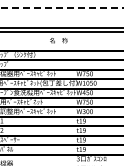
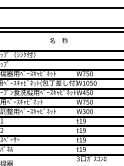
line at (62, 8): dashed -> solid
